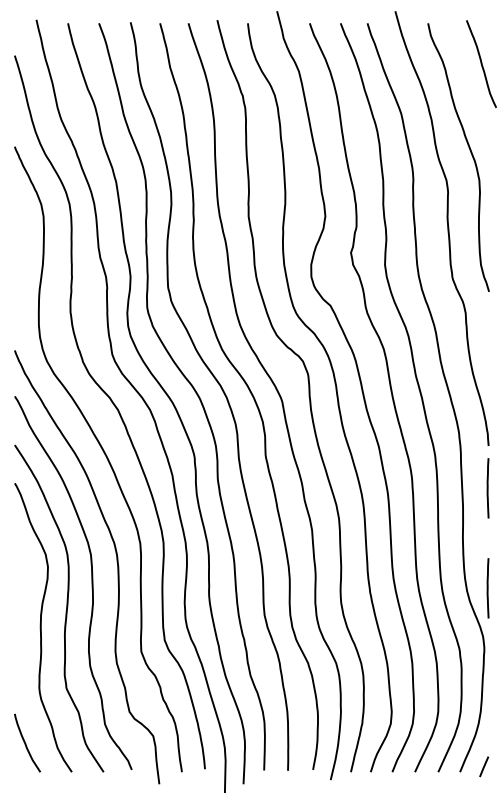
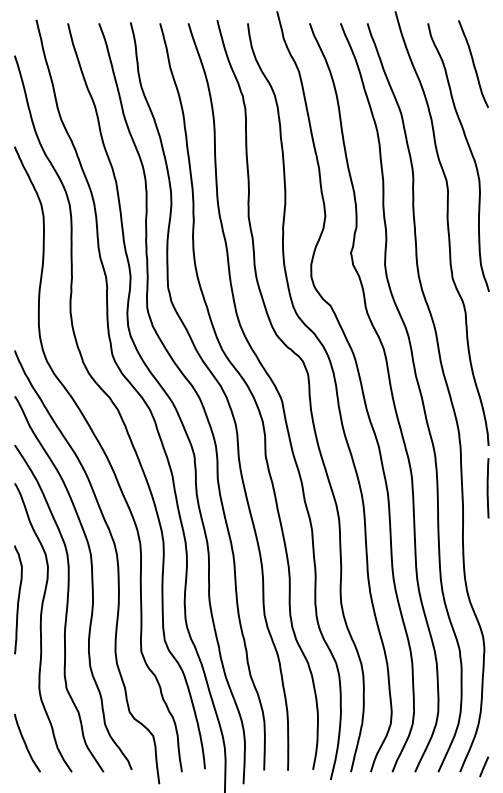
curve at (481, 63) position: (481, 63) -> (473, 63)
line at (487, 588): present -> none
curve at (18, 599): none -> present
